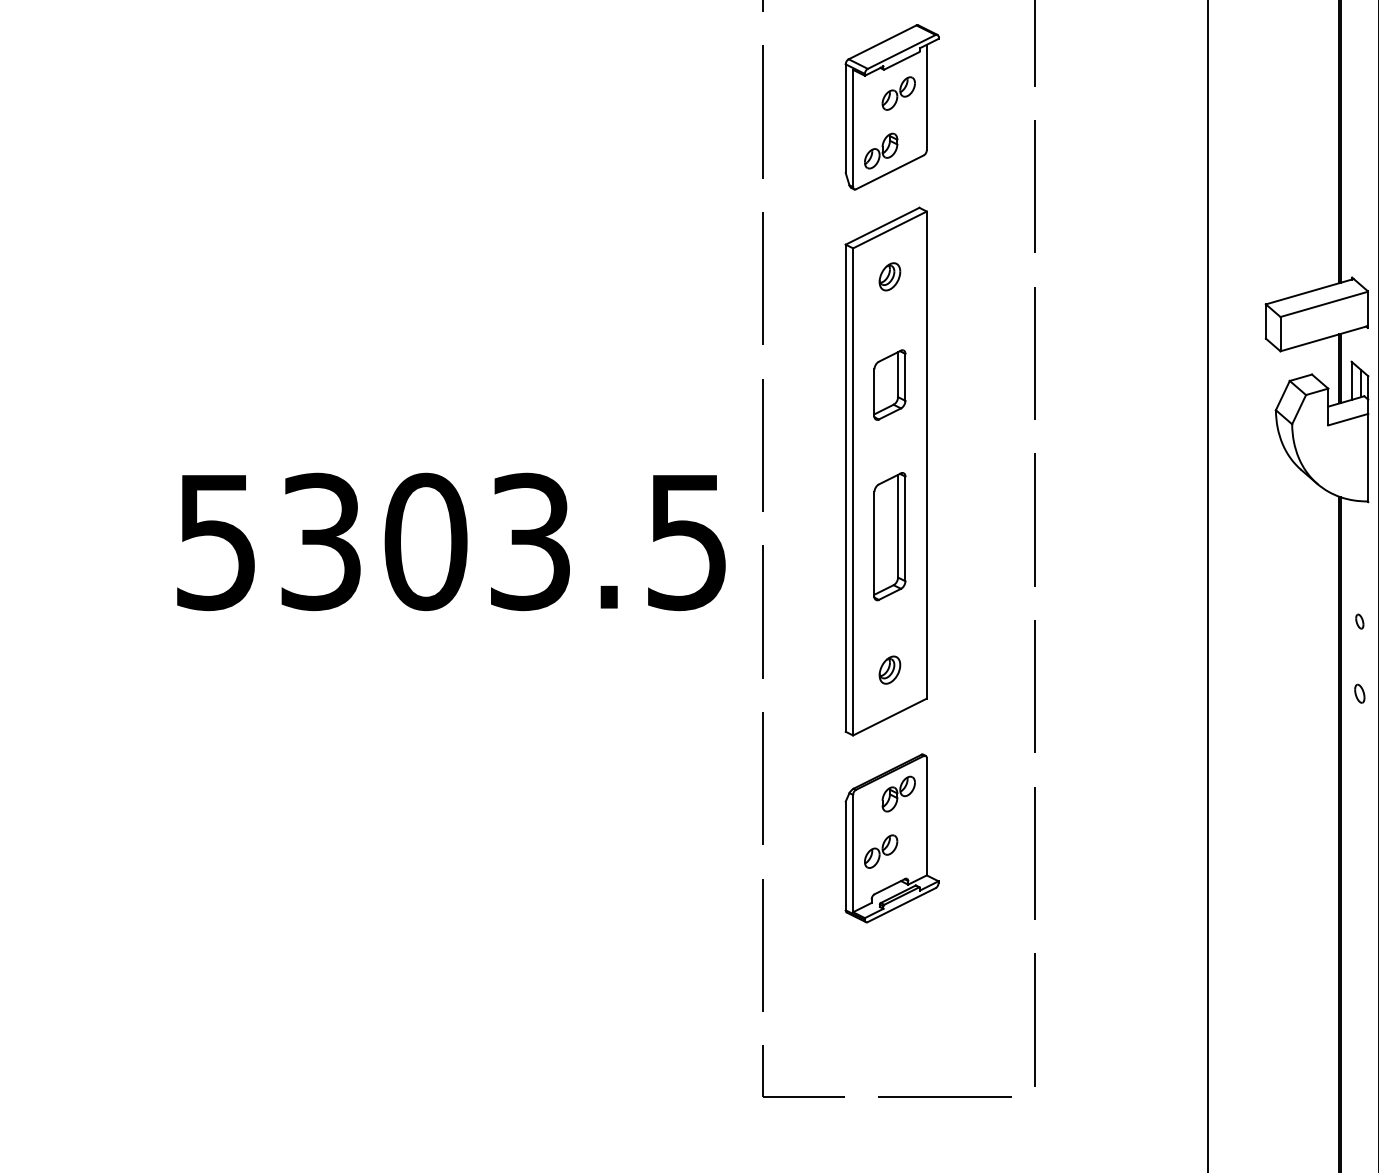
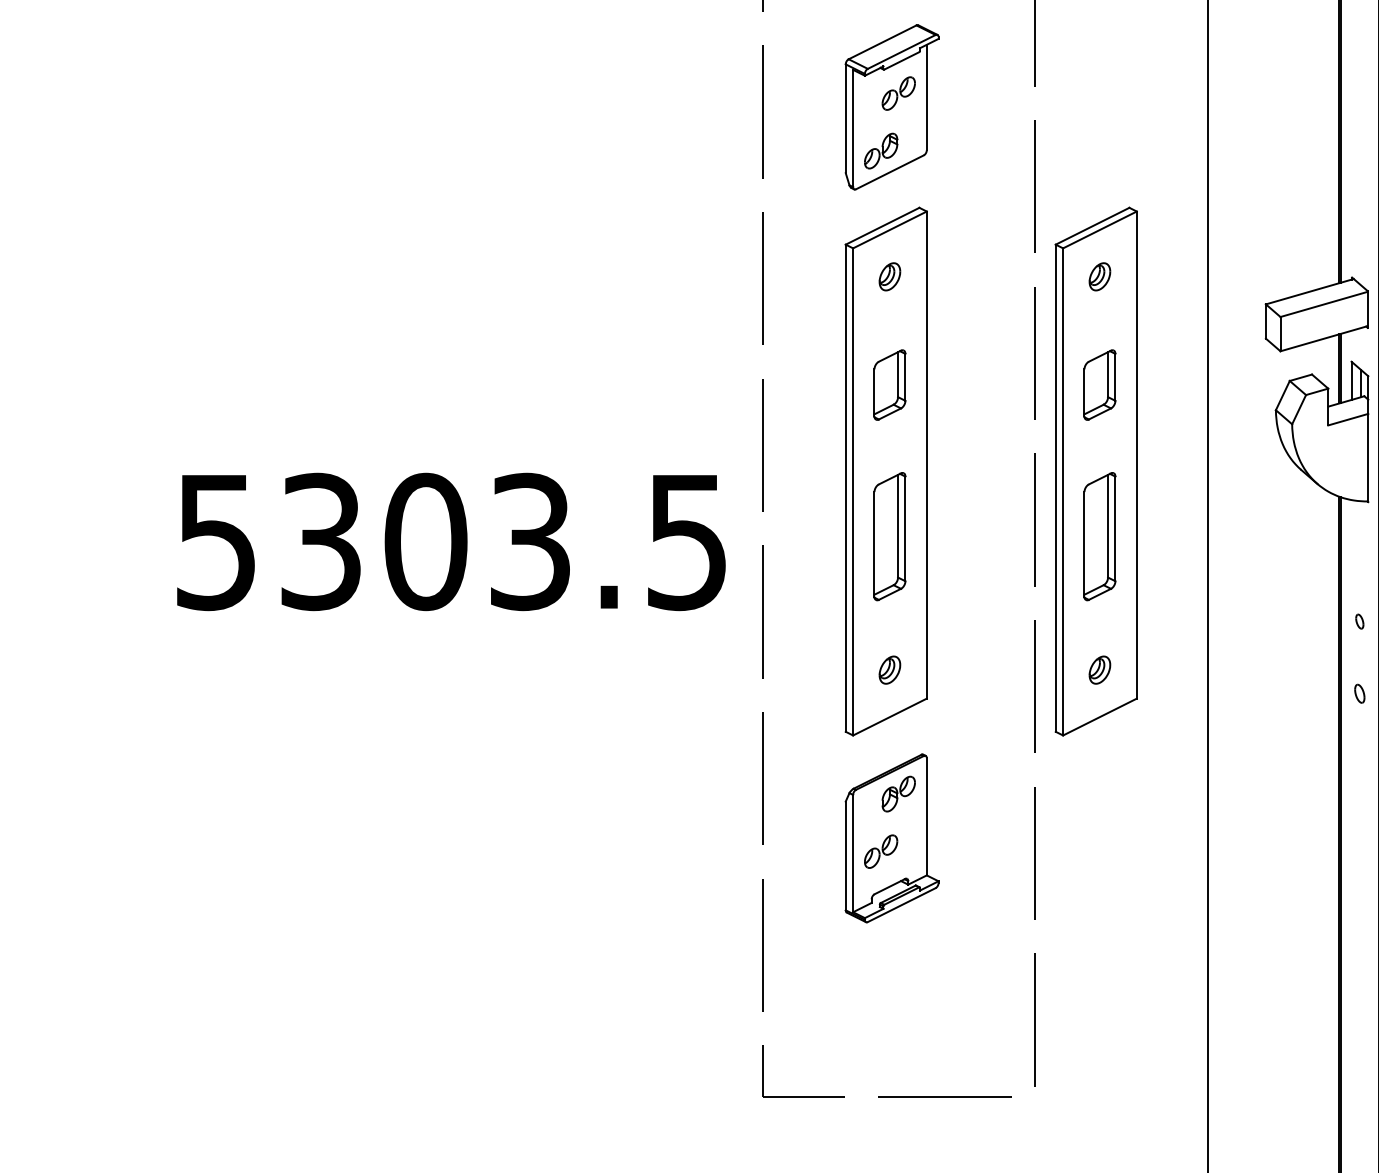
part at (1095, 471): none -> present
